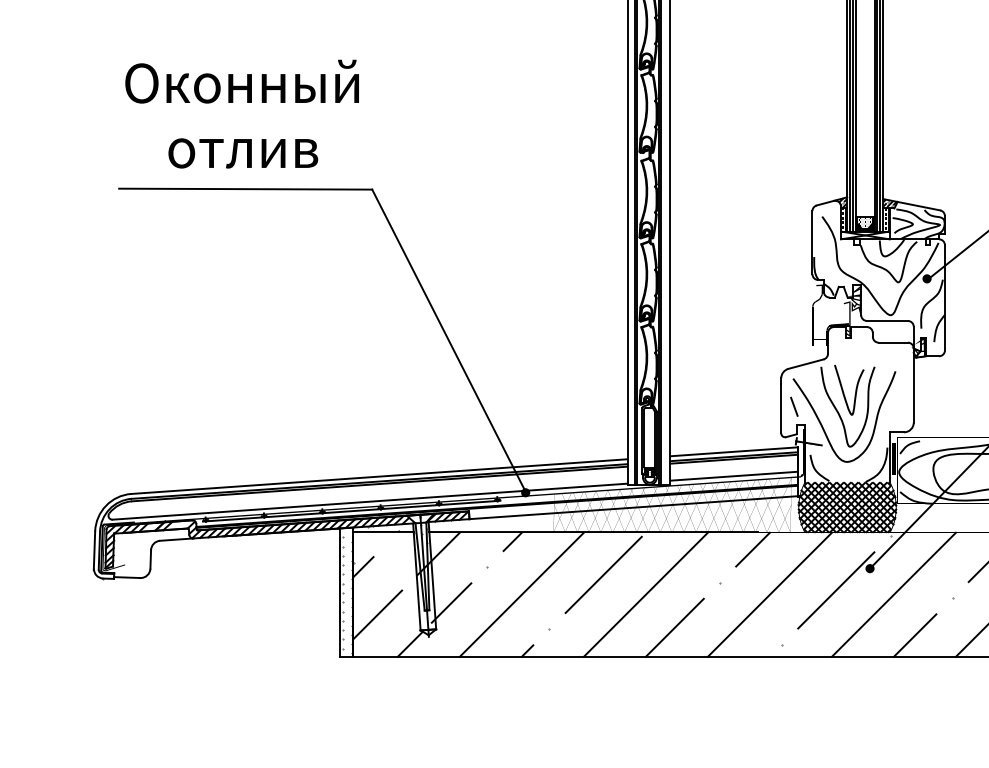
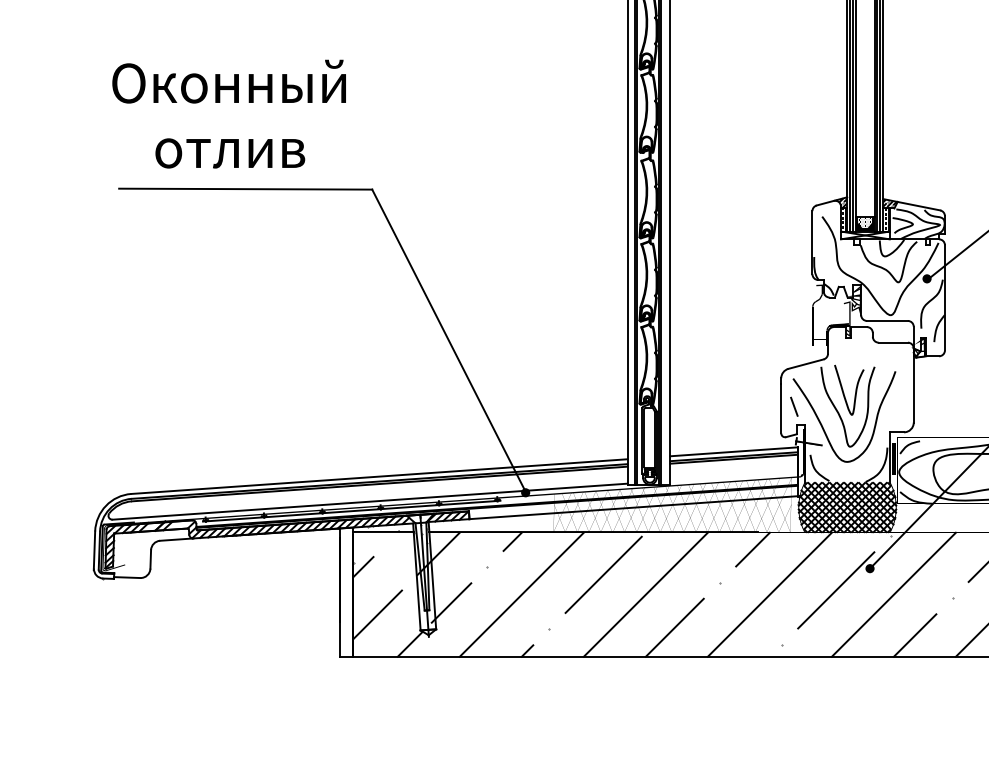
text at (241, 113) position: (241, 113) -> (228, 113)
line at (733, 475): present -> none
hatch at (347, 595): present -> none
